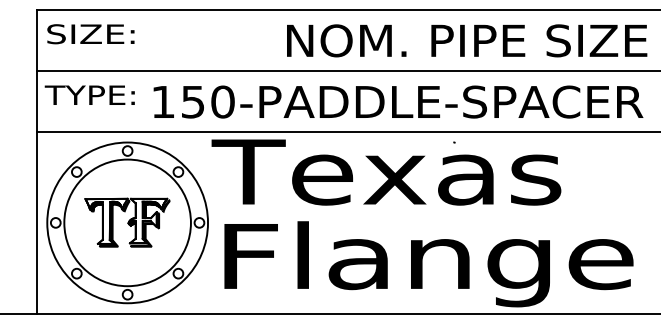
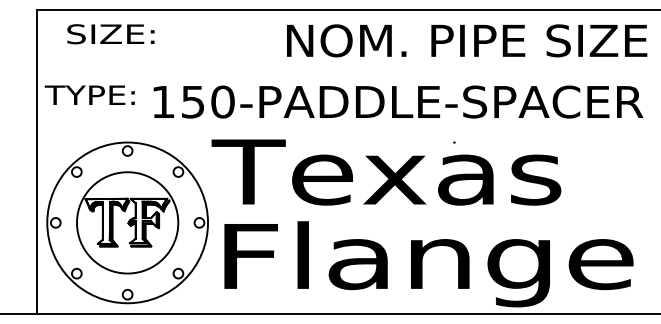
text at (90, 34) position: (90, 34) -> (110, 34)
line at (346, 70): present -> none
line at (346, 131): present -> none
circle at (127, 222) diameter: 127 px -> 101 px
